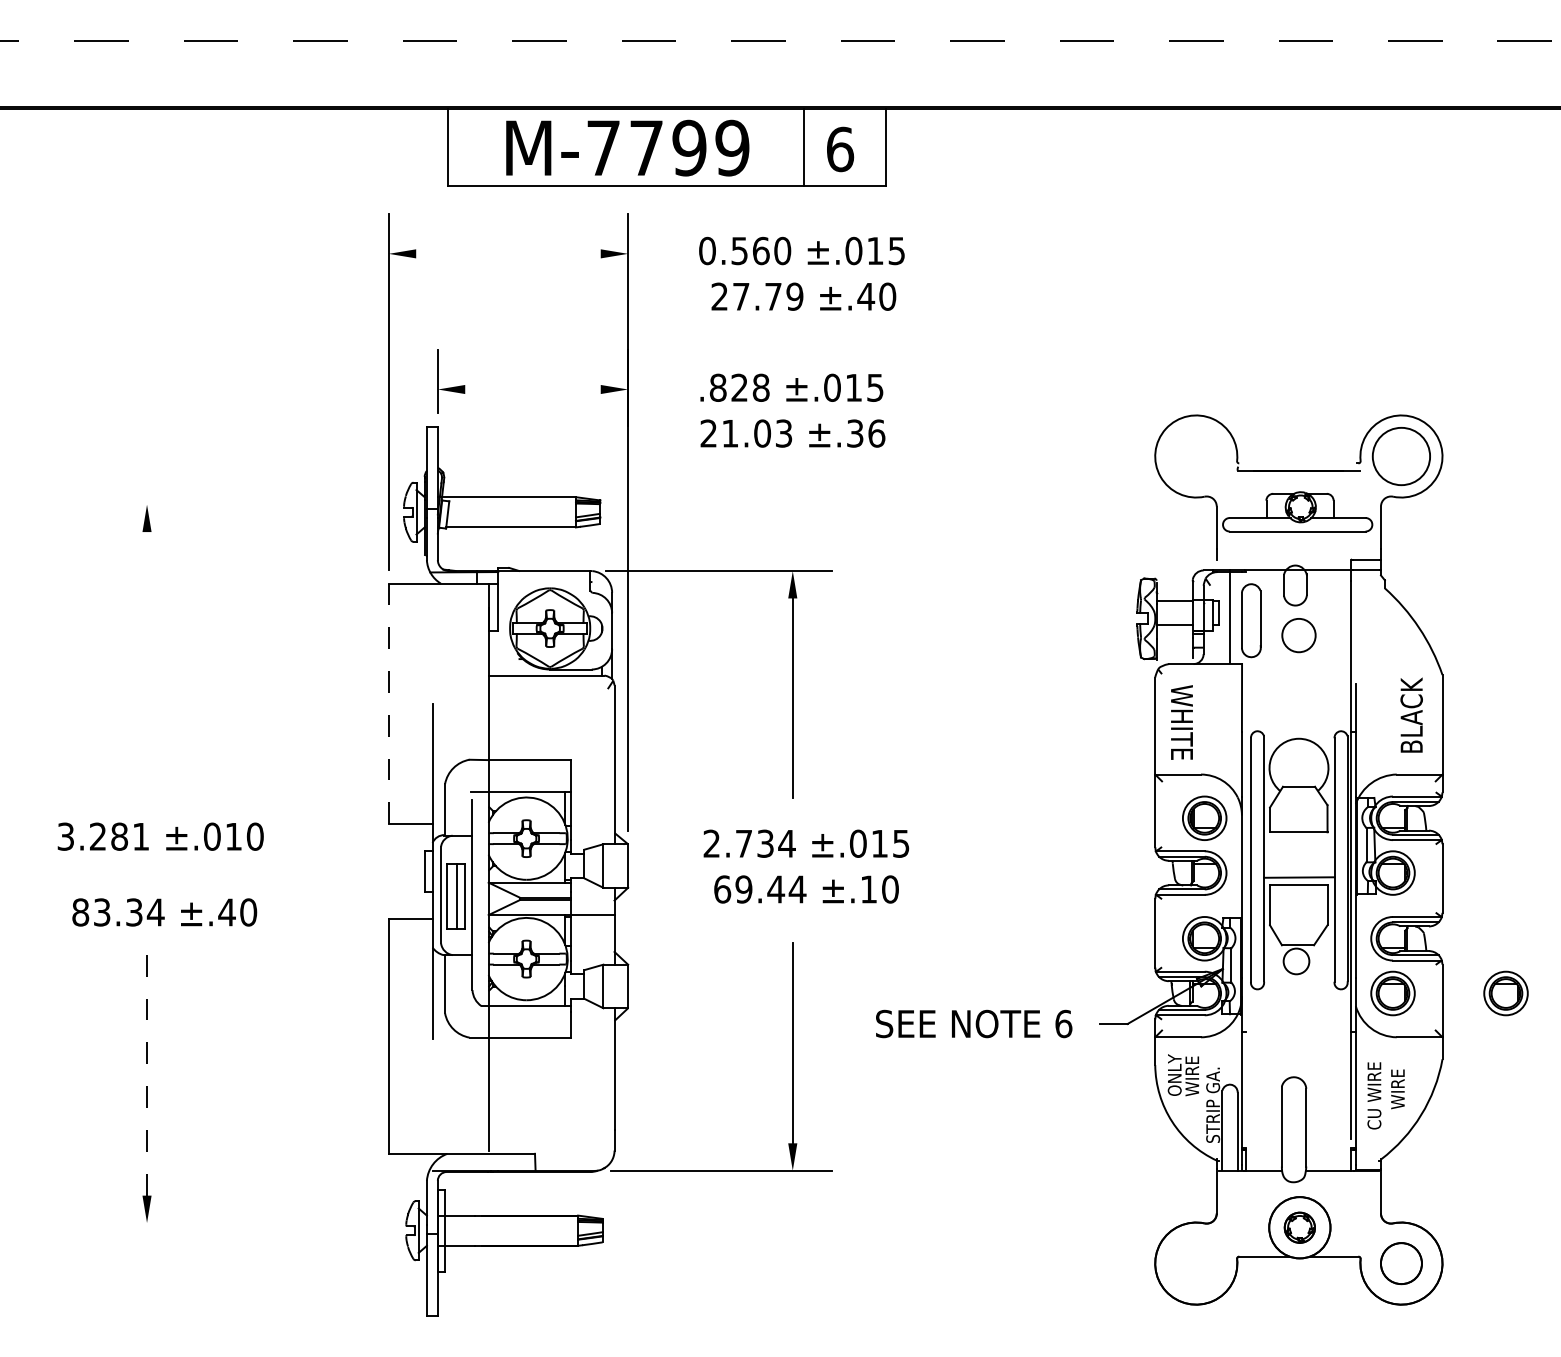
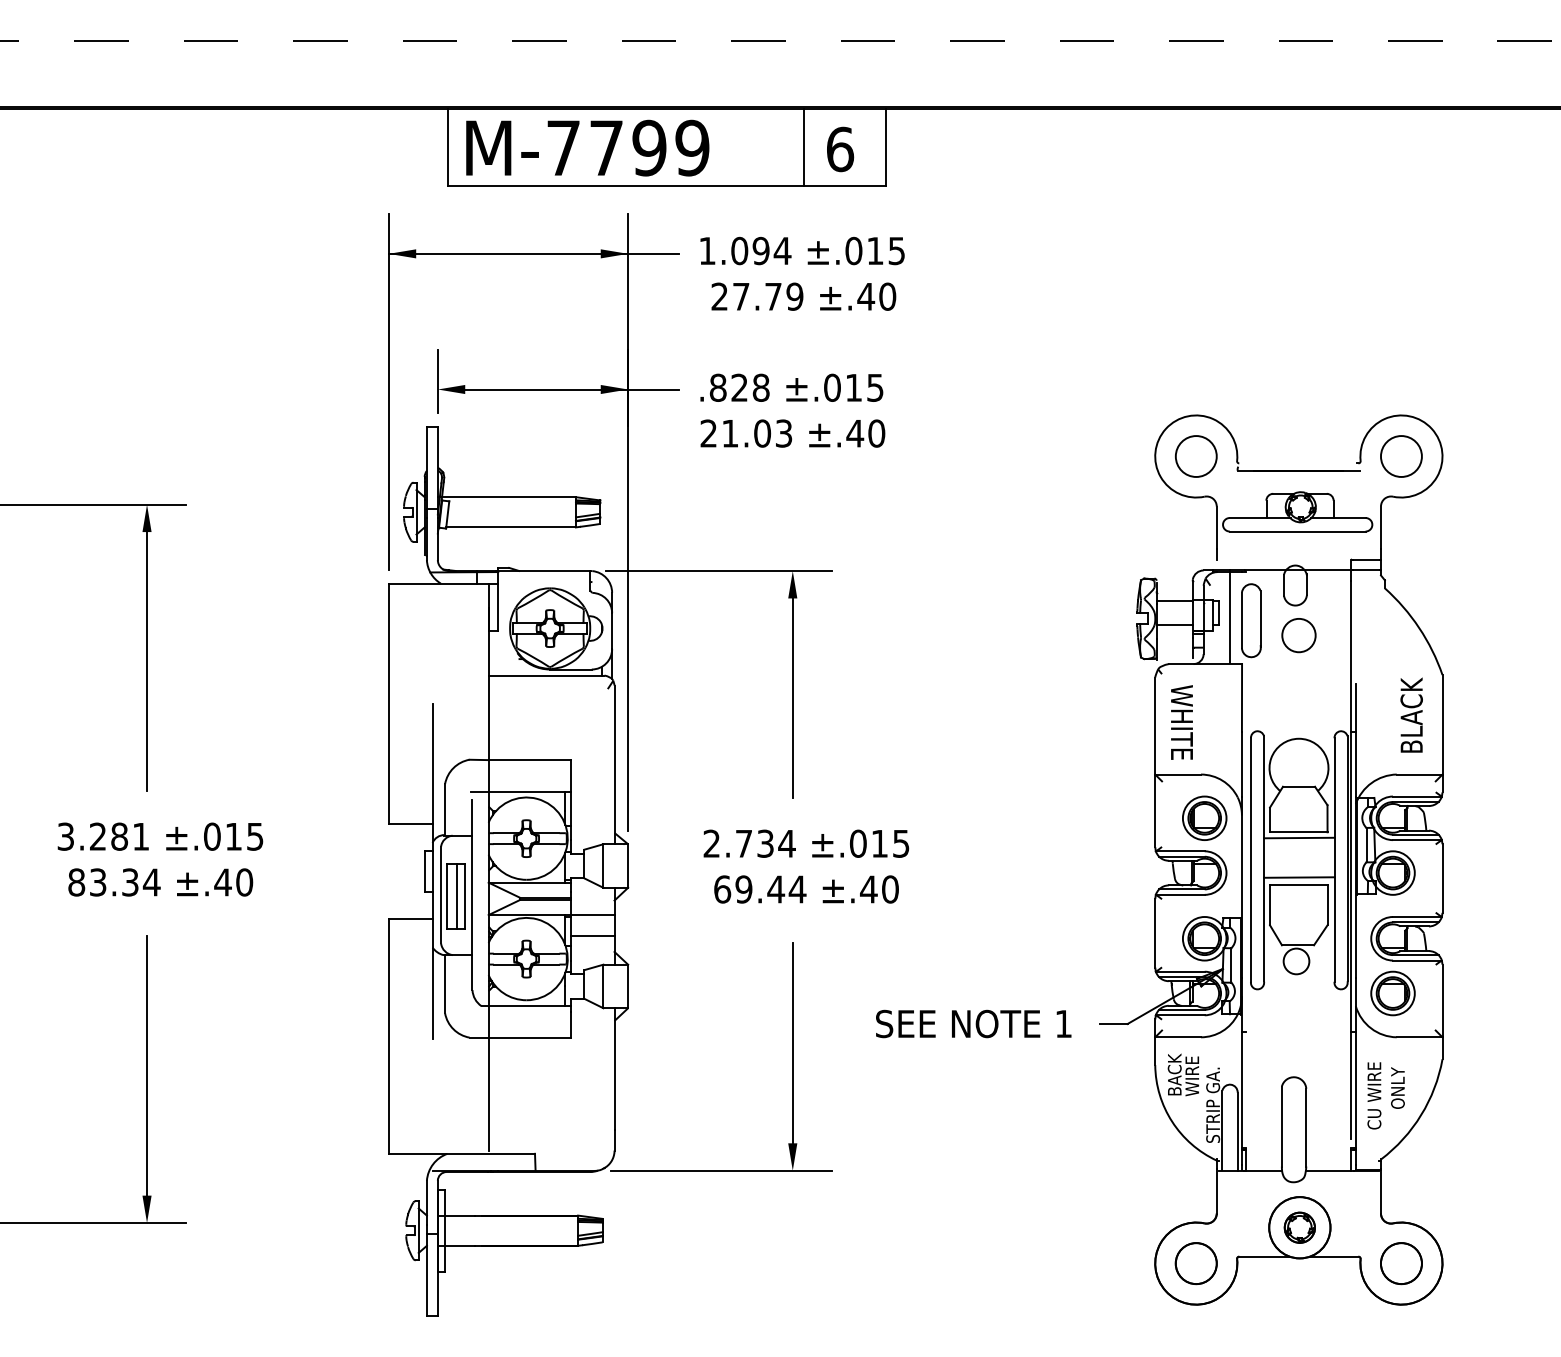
text at (627, 147) position: (627, 147) -> (587, 147)
text at (745, 250): 0.560 -> 1.094
line at (533, 253): none -> present
line at (571, 389): none -> present
text at (865, 433): ±.36 -> ±.40
circle at (1195, 456): none -> present
circle at (1401, 456) diameter: 57 px -> 41 px
line at (94, 504): none -> present
line at (147, 661): none -> present
line at (388, 703): dashed -> solid
text at (254, 836): ±.010 -> ±.015
line at (1298, 837): none -> present
text at (868, 889): ±.10 -> ±.40
text at (164, 912) position: (164, 912) -> (160, 882)
line at (592, 935): none -> present
part at (1505, 993): present -> none
text at (1063, 1023): 6 -> 1
line at (147, 1066): dashed -> solid
text at (1174, 1074): ONLY -> BACK
text at (1397, 1088): WIRE -> ONLY
line at (94, 1223): none -> present
circle at (1195, 1263): none -> present
